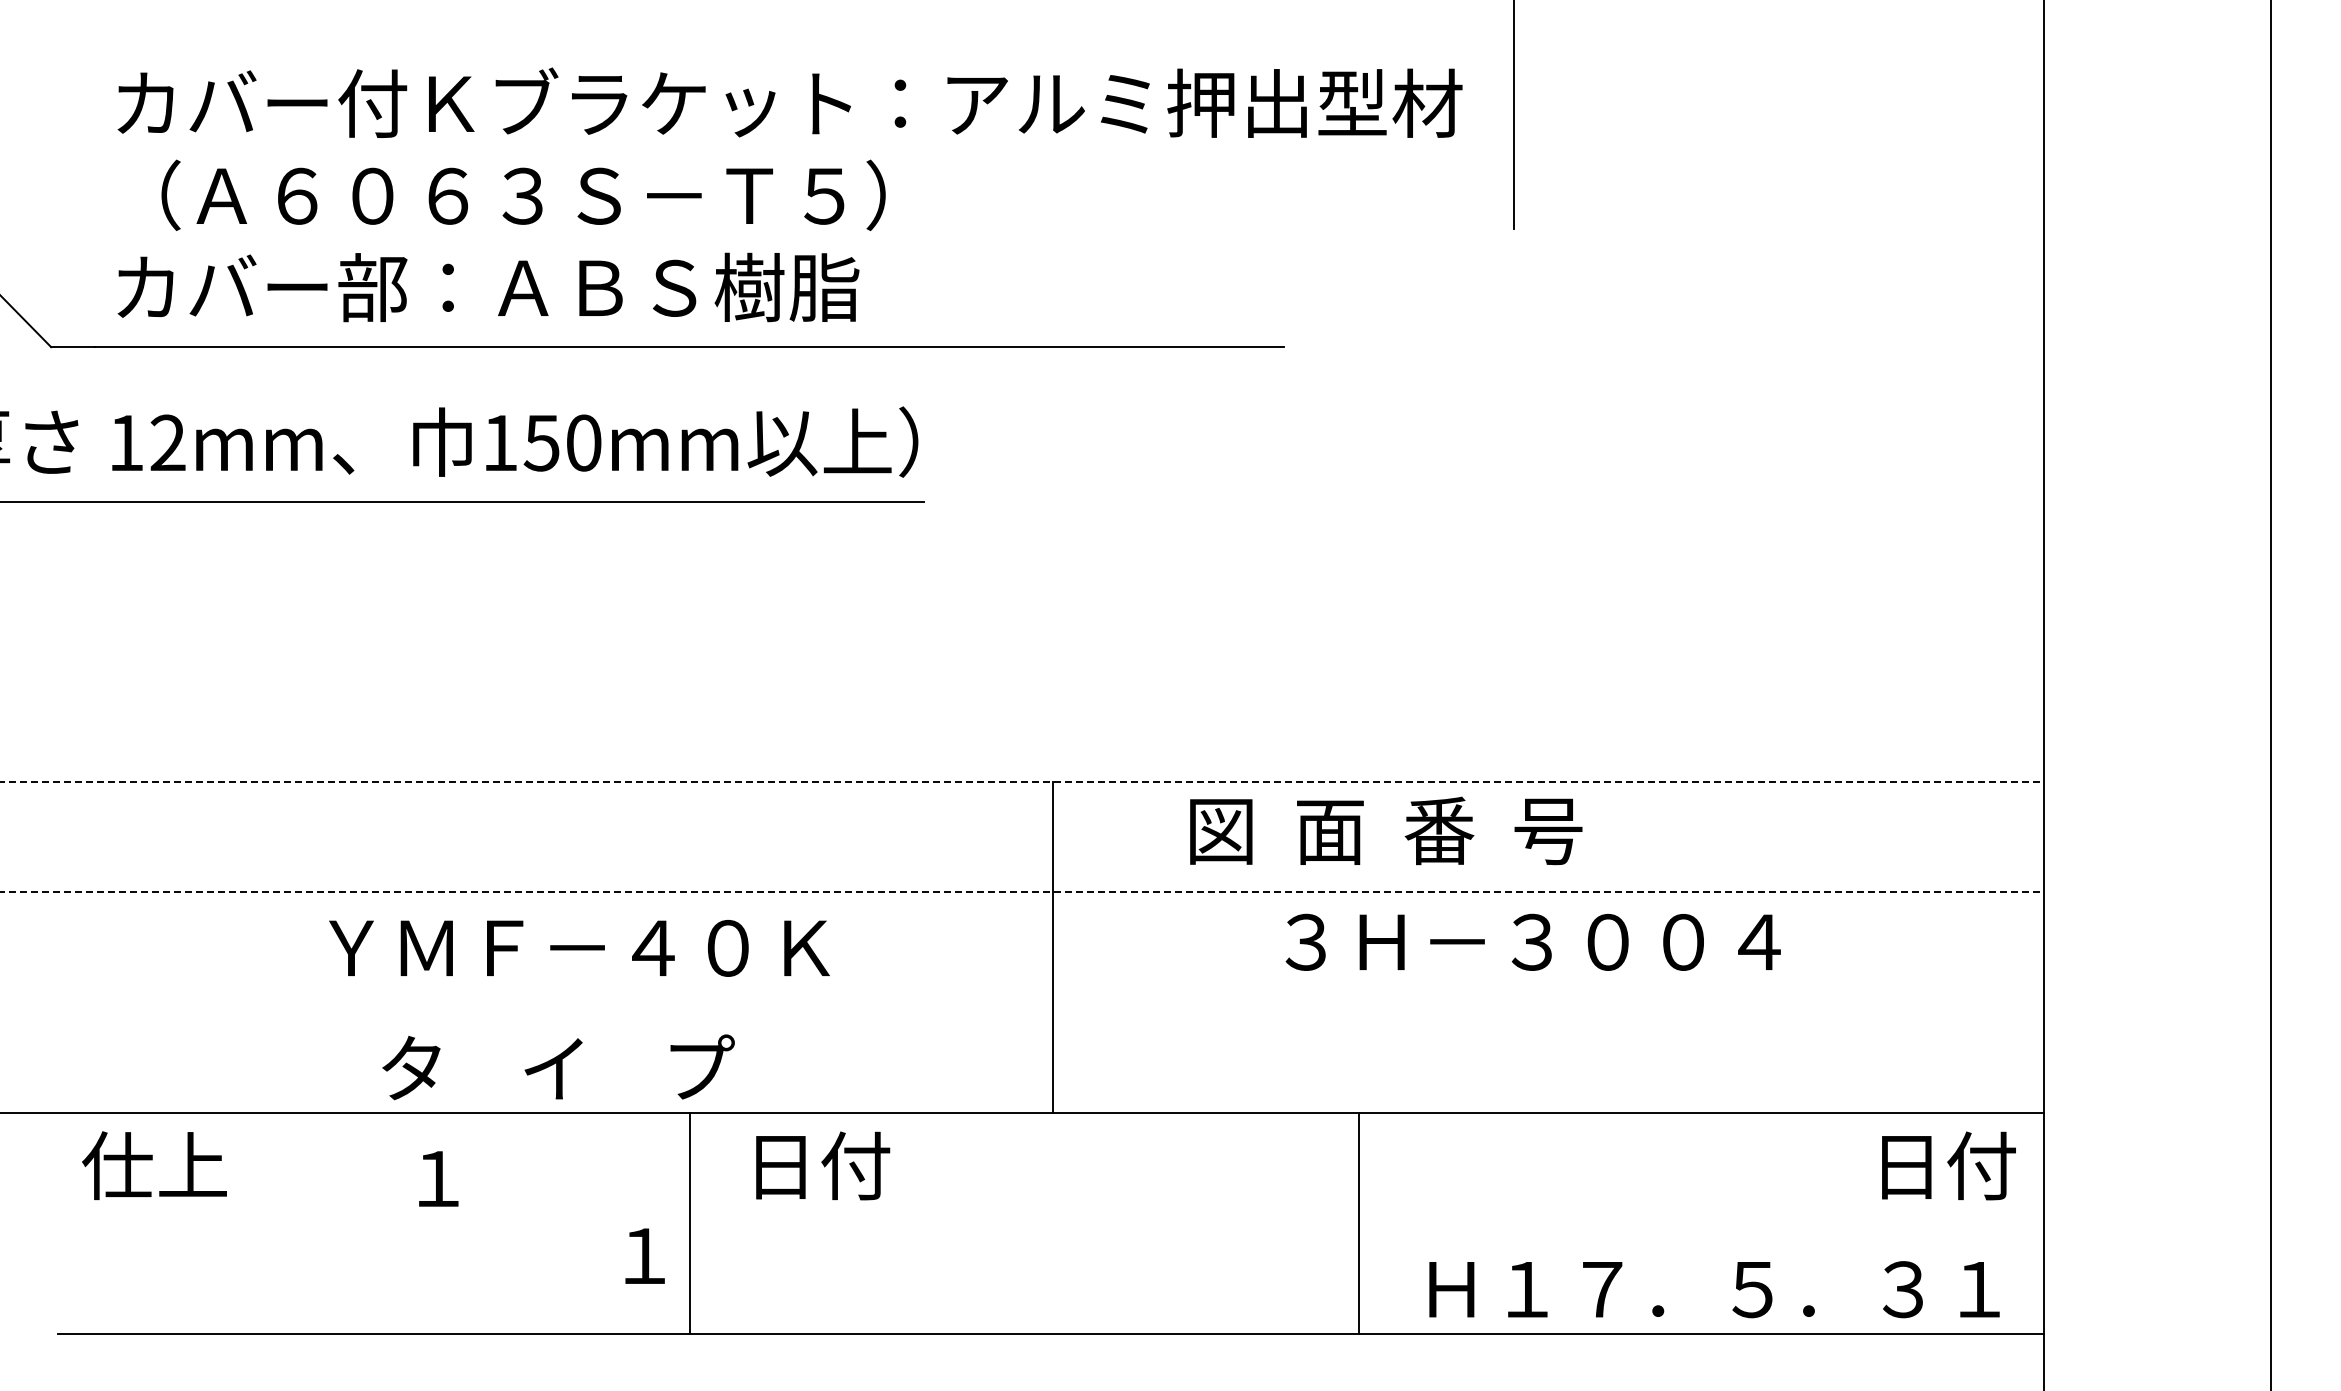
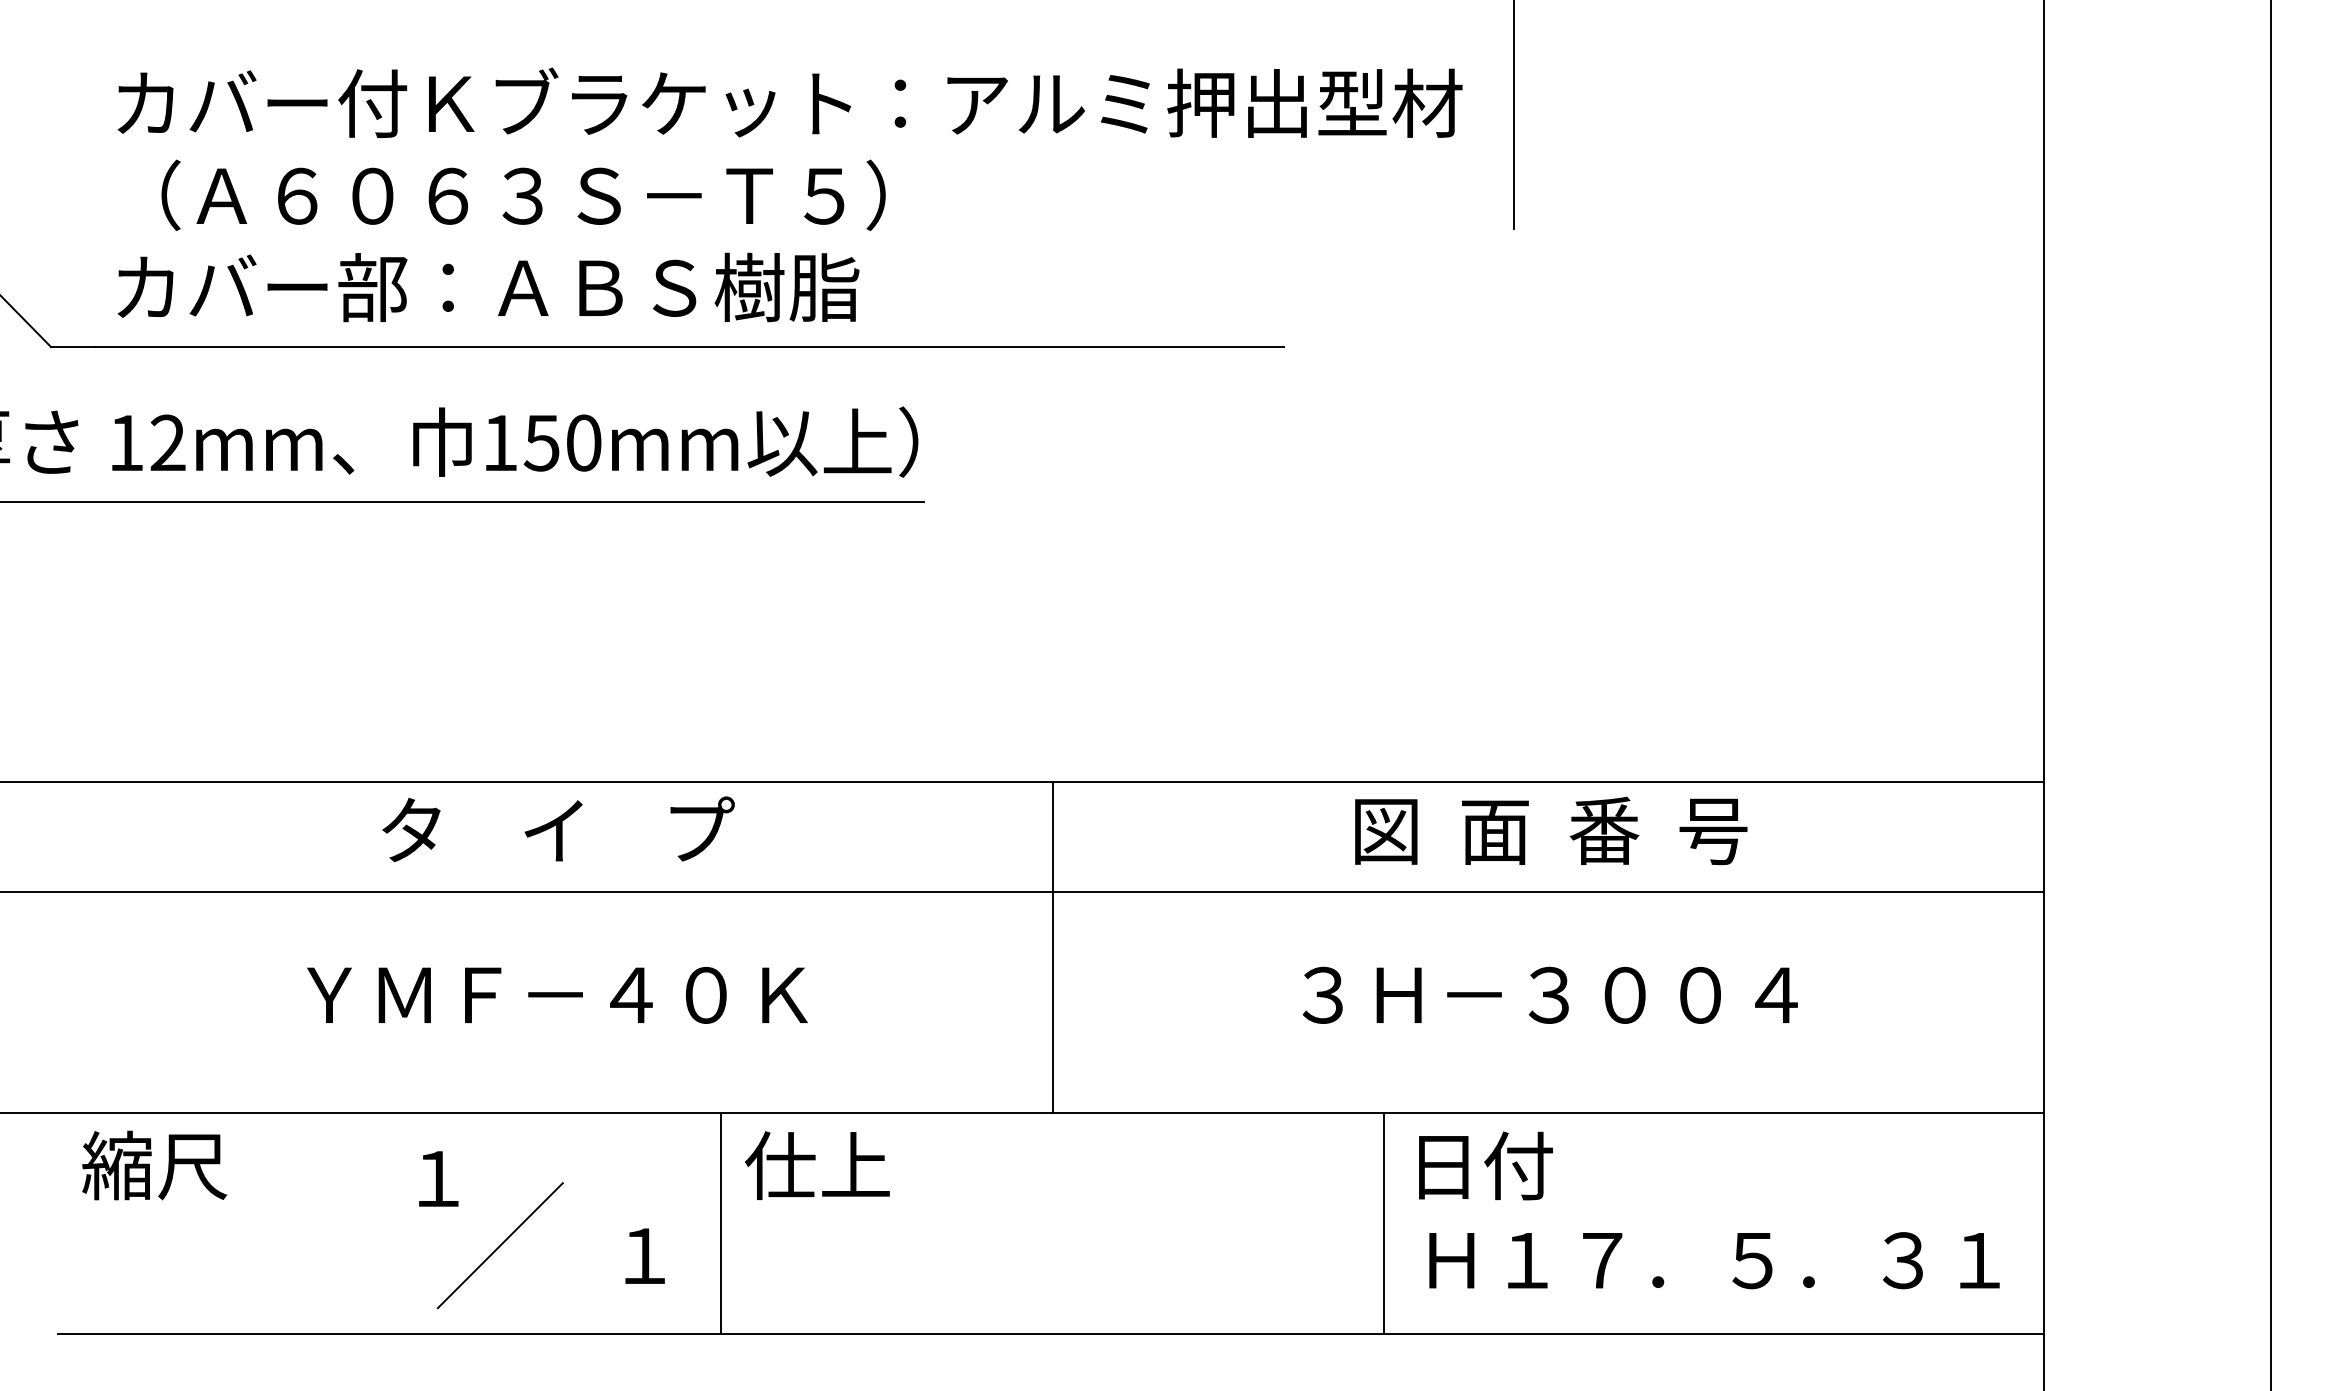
line at (1022, 781): dashed -> solid
text at (1386, 830) position: (1386, 830) -> (1551, 830)
line at (1022, 892): dashed -> solid
text at (1532, 941) position: (1532, 941) -> (1549, 994)
text at (579, 948) position: (579, 948) -> (557, 995)
text at (558, 1067) position: (558, 1067) -> (558, 829)
text at (154, 1165): 仕上 -> 縮尺
text at (817, 1165): 日付 -> 仕上
text at (1948, 1165) position: (1948, 1165) -> (1485, 1165)
line at (690, 1223) position: (690, 1223) -> (721, 1223)
line at (1359, 1223) position: (1359, 1223) -> (1384, 1223)
line at (499, 1245): none -> present
text at (1714, 1289) position: (1714, 1289) -> (1714, 1260)
